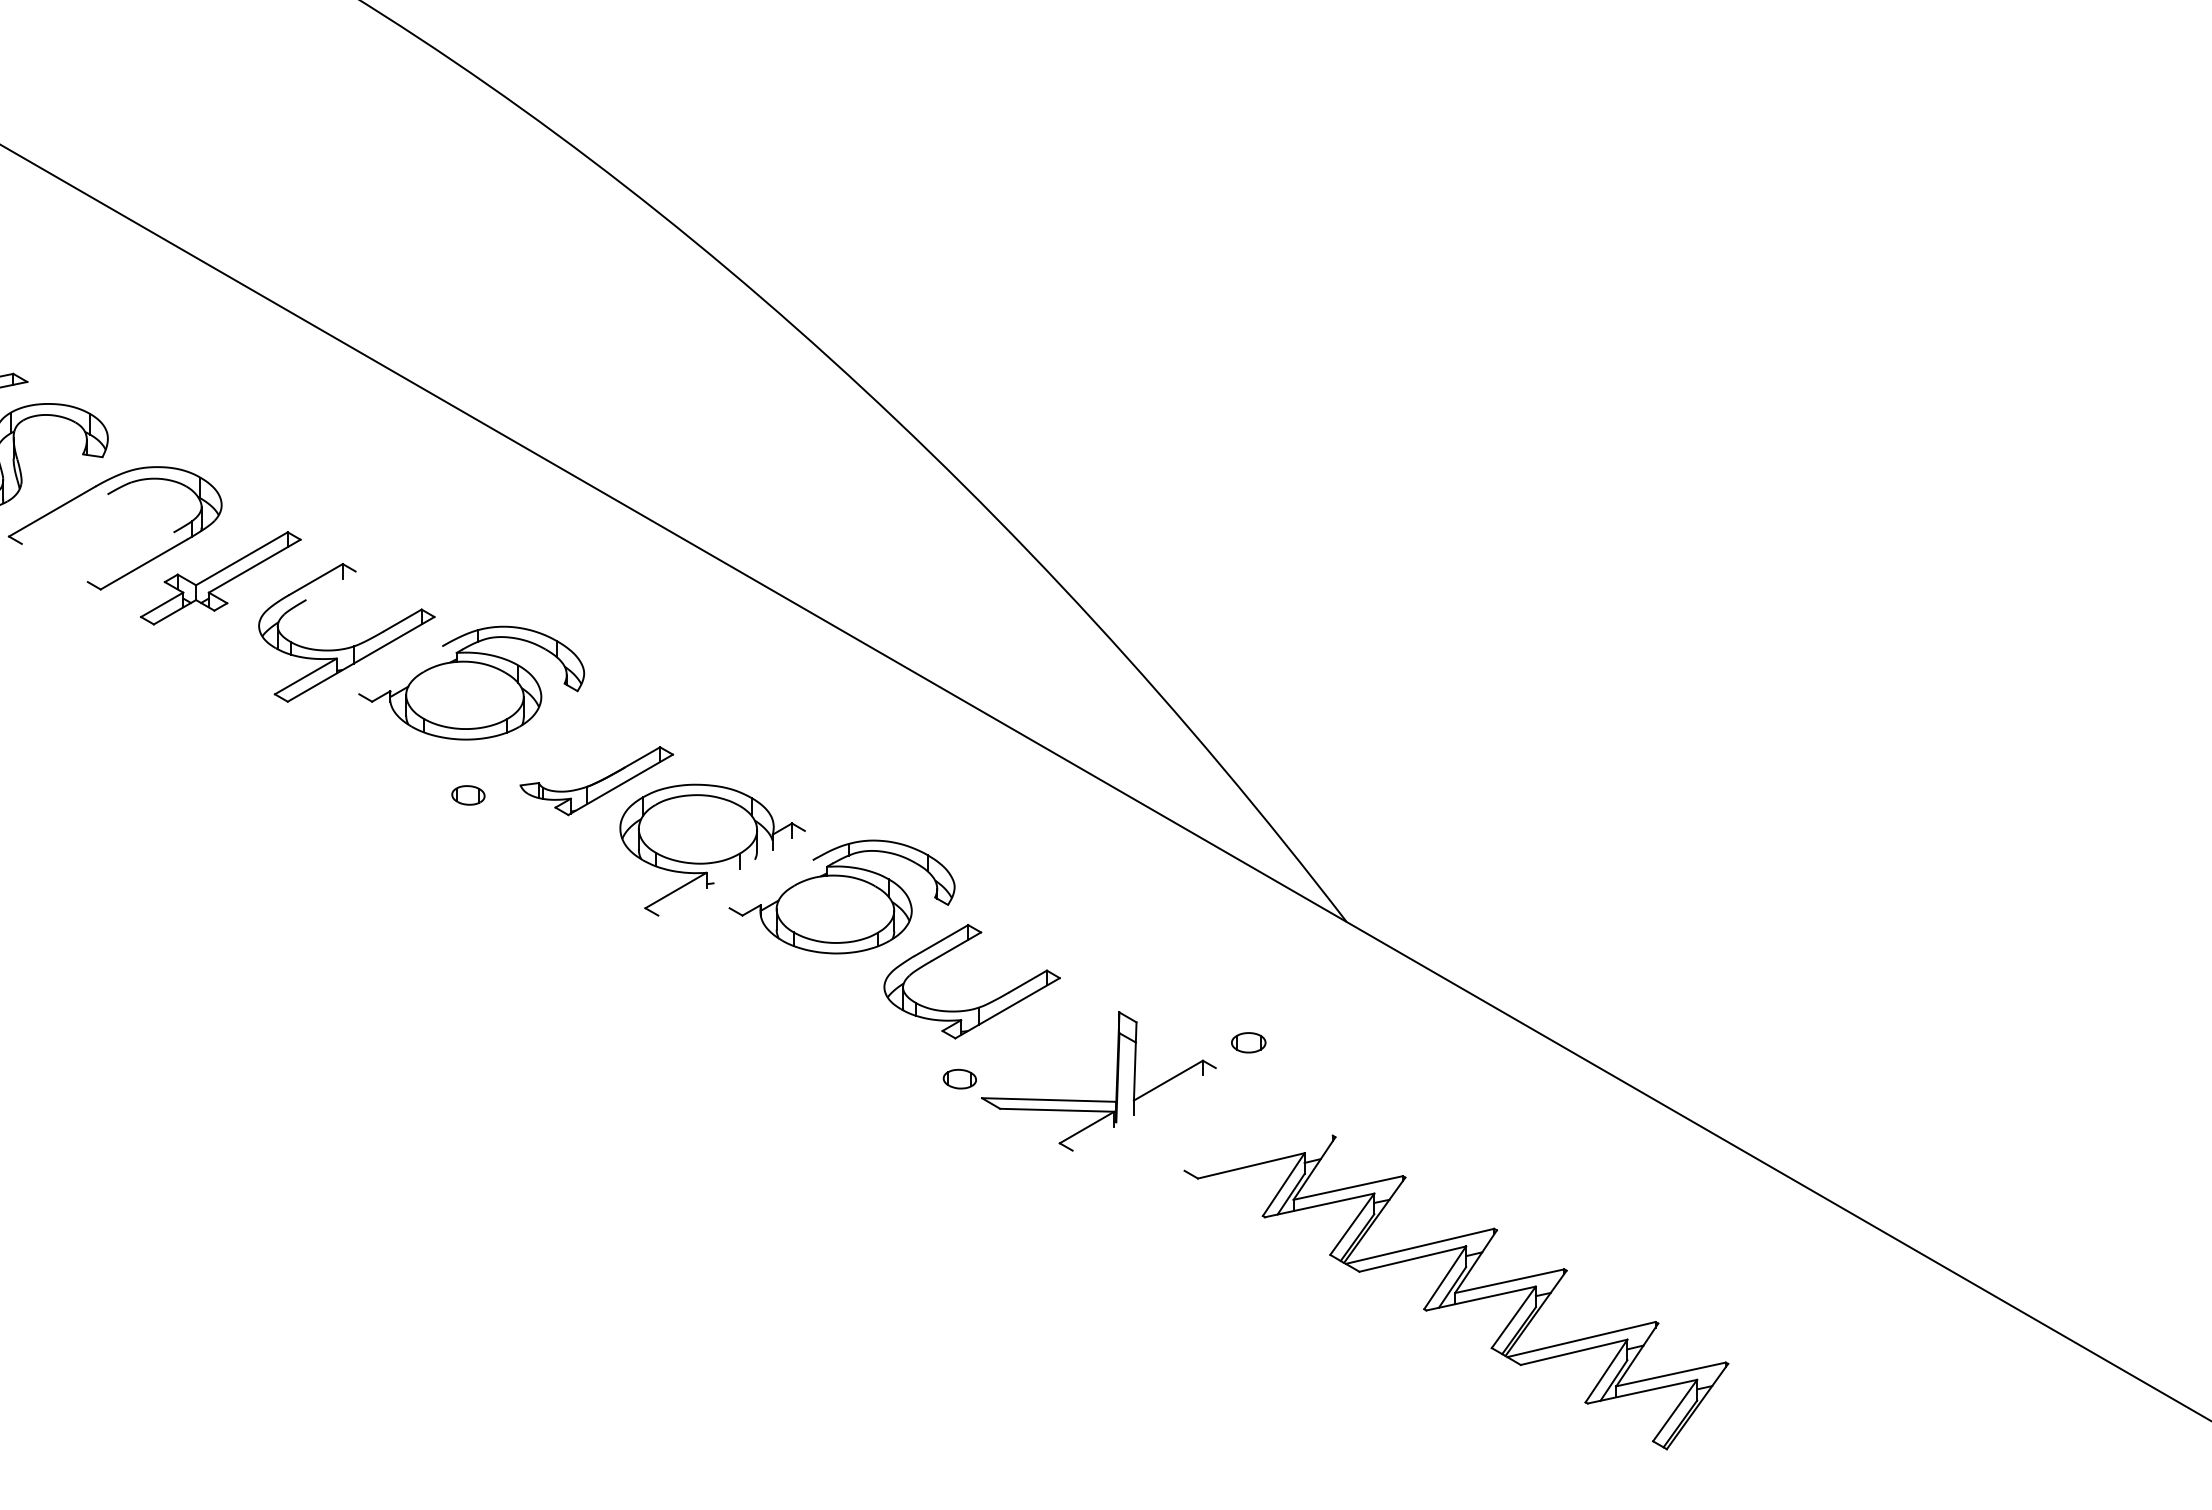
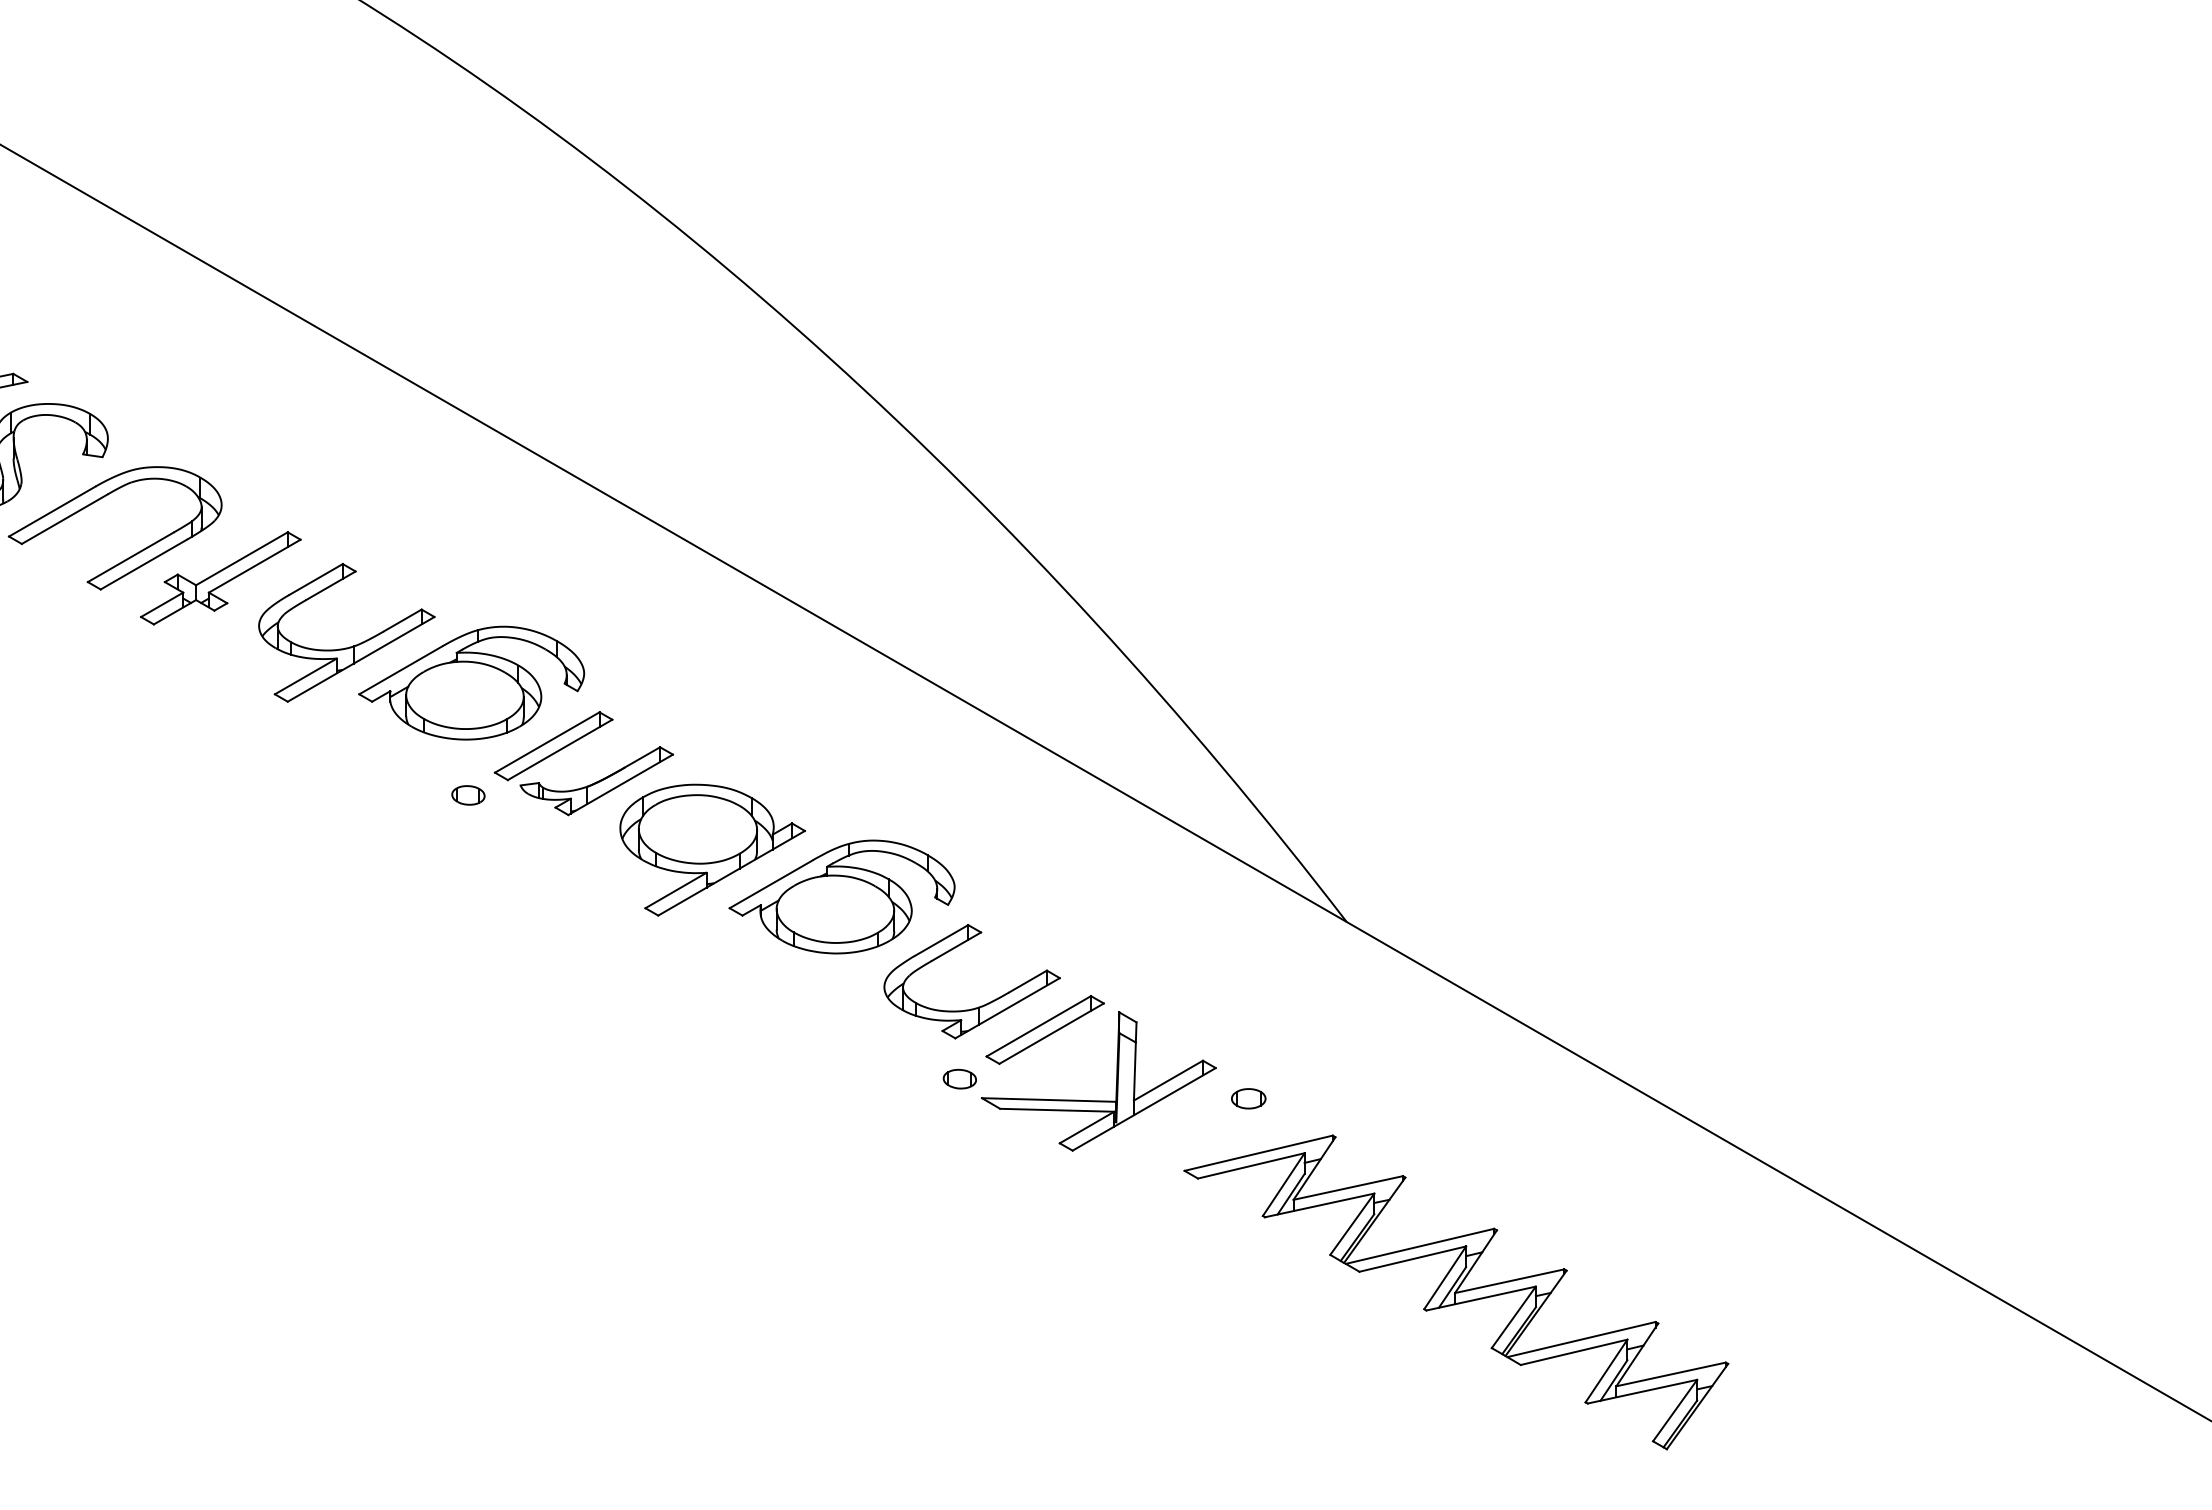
line at (64, 518): none -> present
line at (130, 557): none -> present
line at (330, 585): none -> present
line at (400, 670): none -> present
part at (553, 746): none -> present
line at (731, 872): none -> present
line at (770, 884): none -> present
part at (1044, 1029): none -> present
part at (1248, 1042) position: (1248, 1042) -> (1248, 1098)
line at (1143, 1109): none -> present
line at (1258, 1152): none -> present
